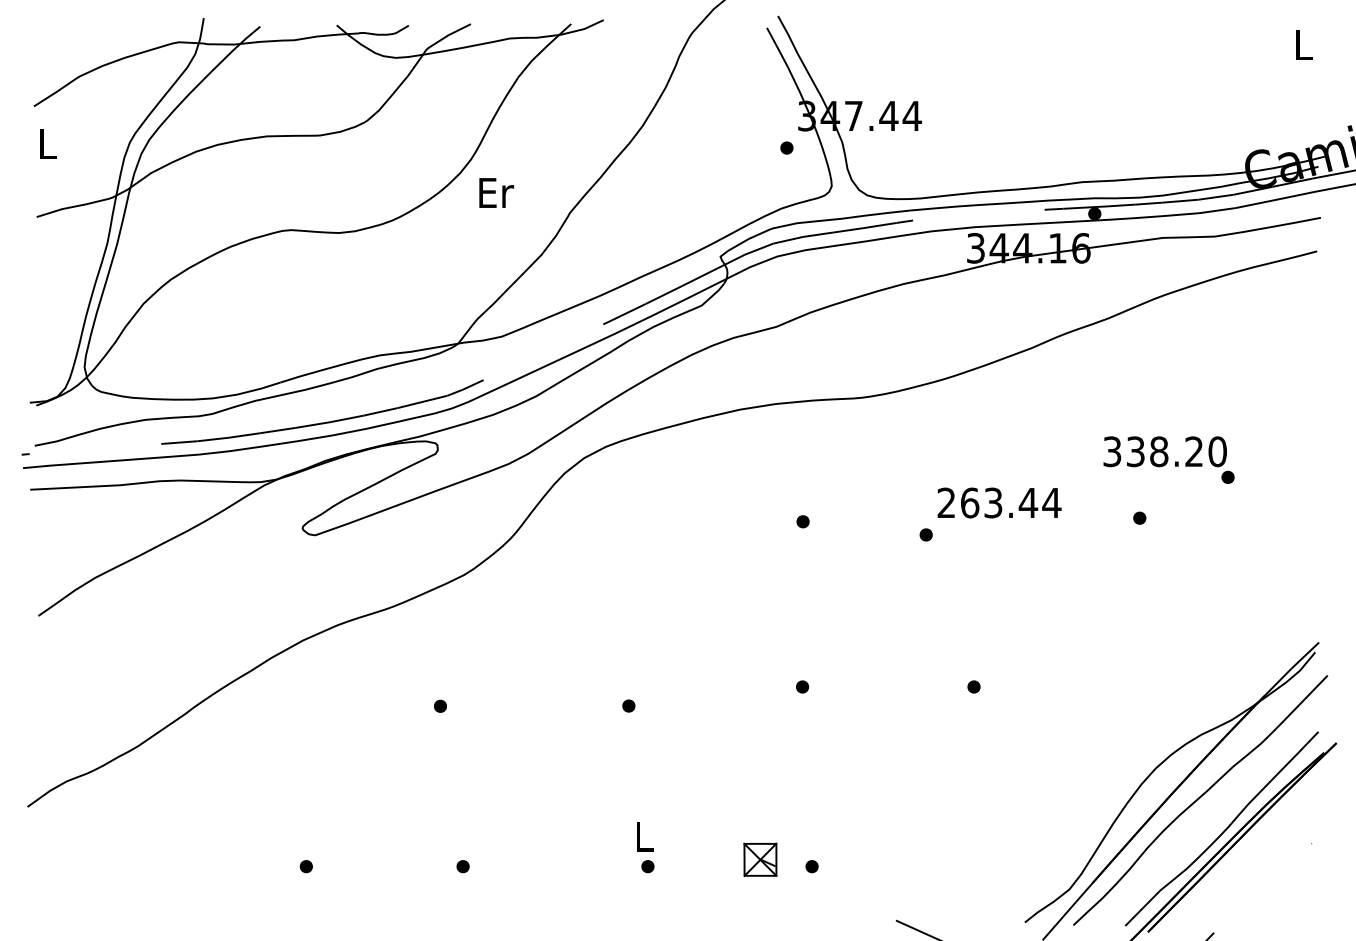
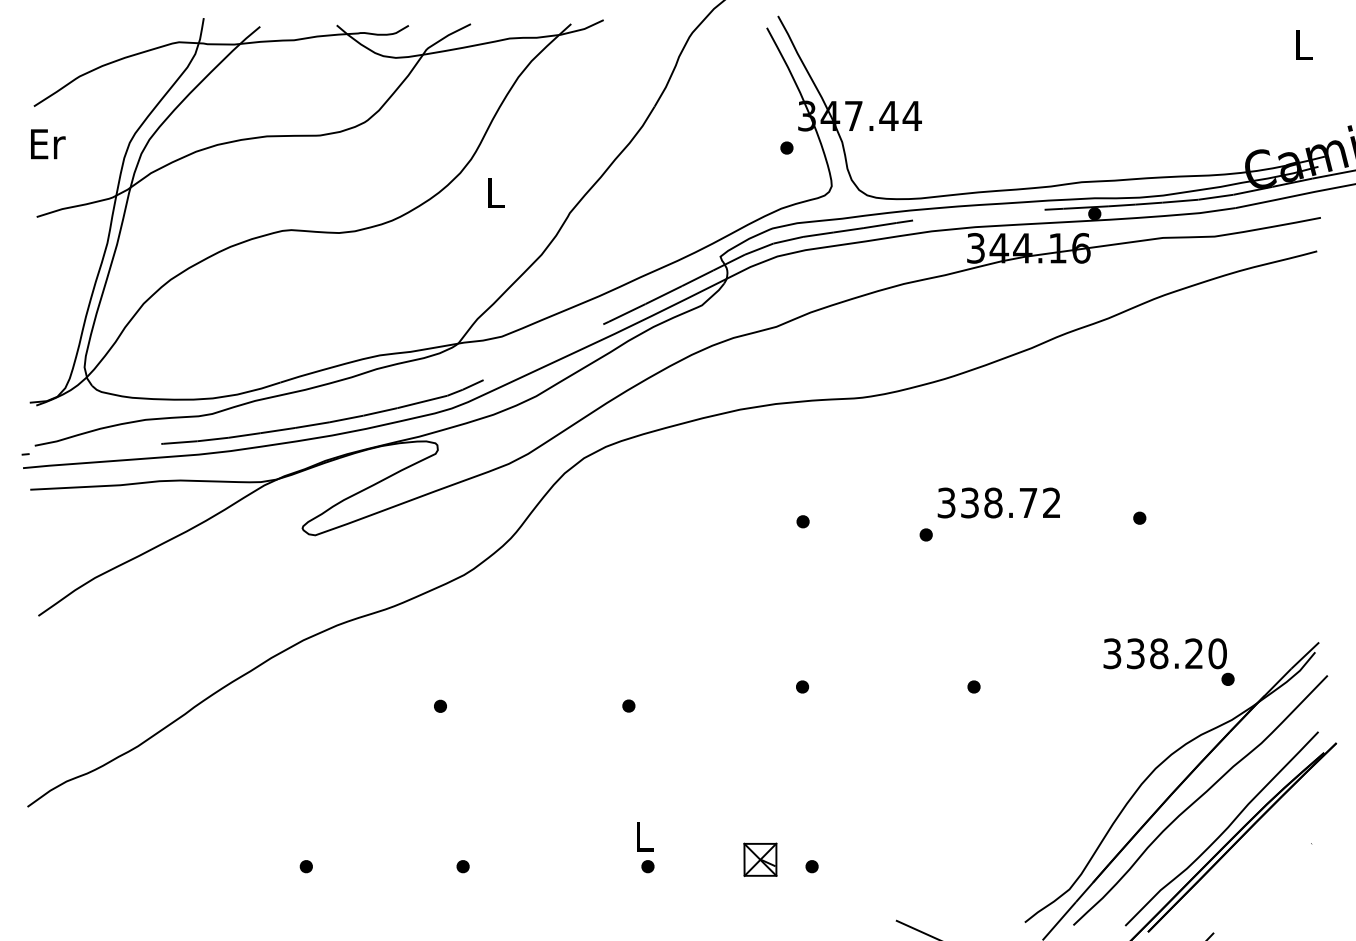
text at (48, 144): L -> Er
text at (496, 192): Er -> L
text at (1168, 459) position: (1168, 459) -> (1168, 661)
text at (999, 502): 263.44 -> 338.72
